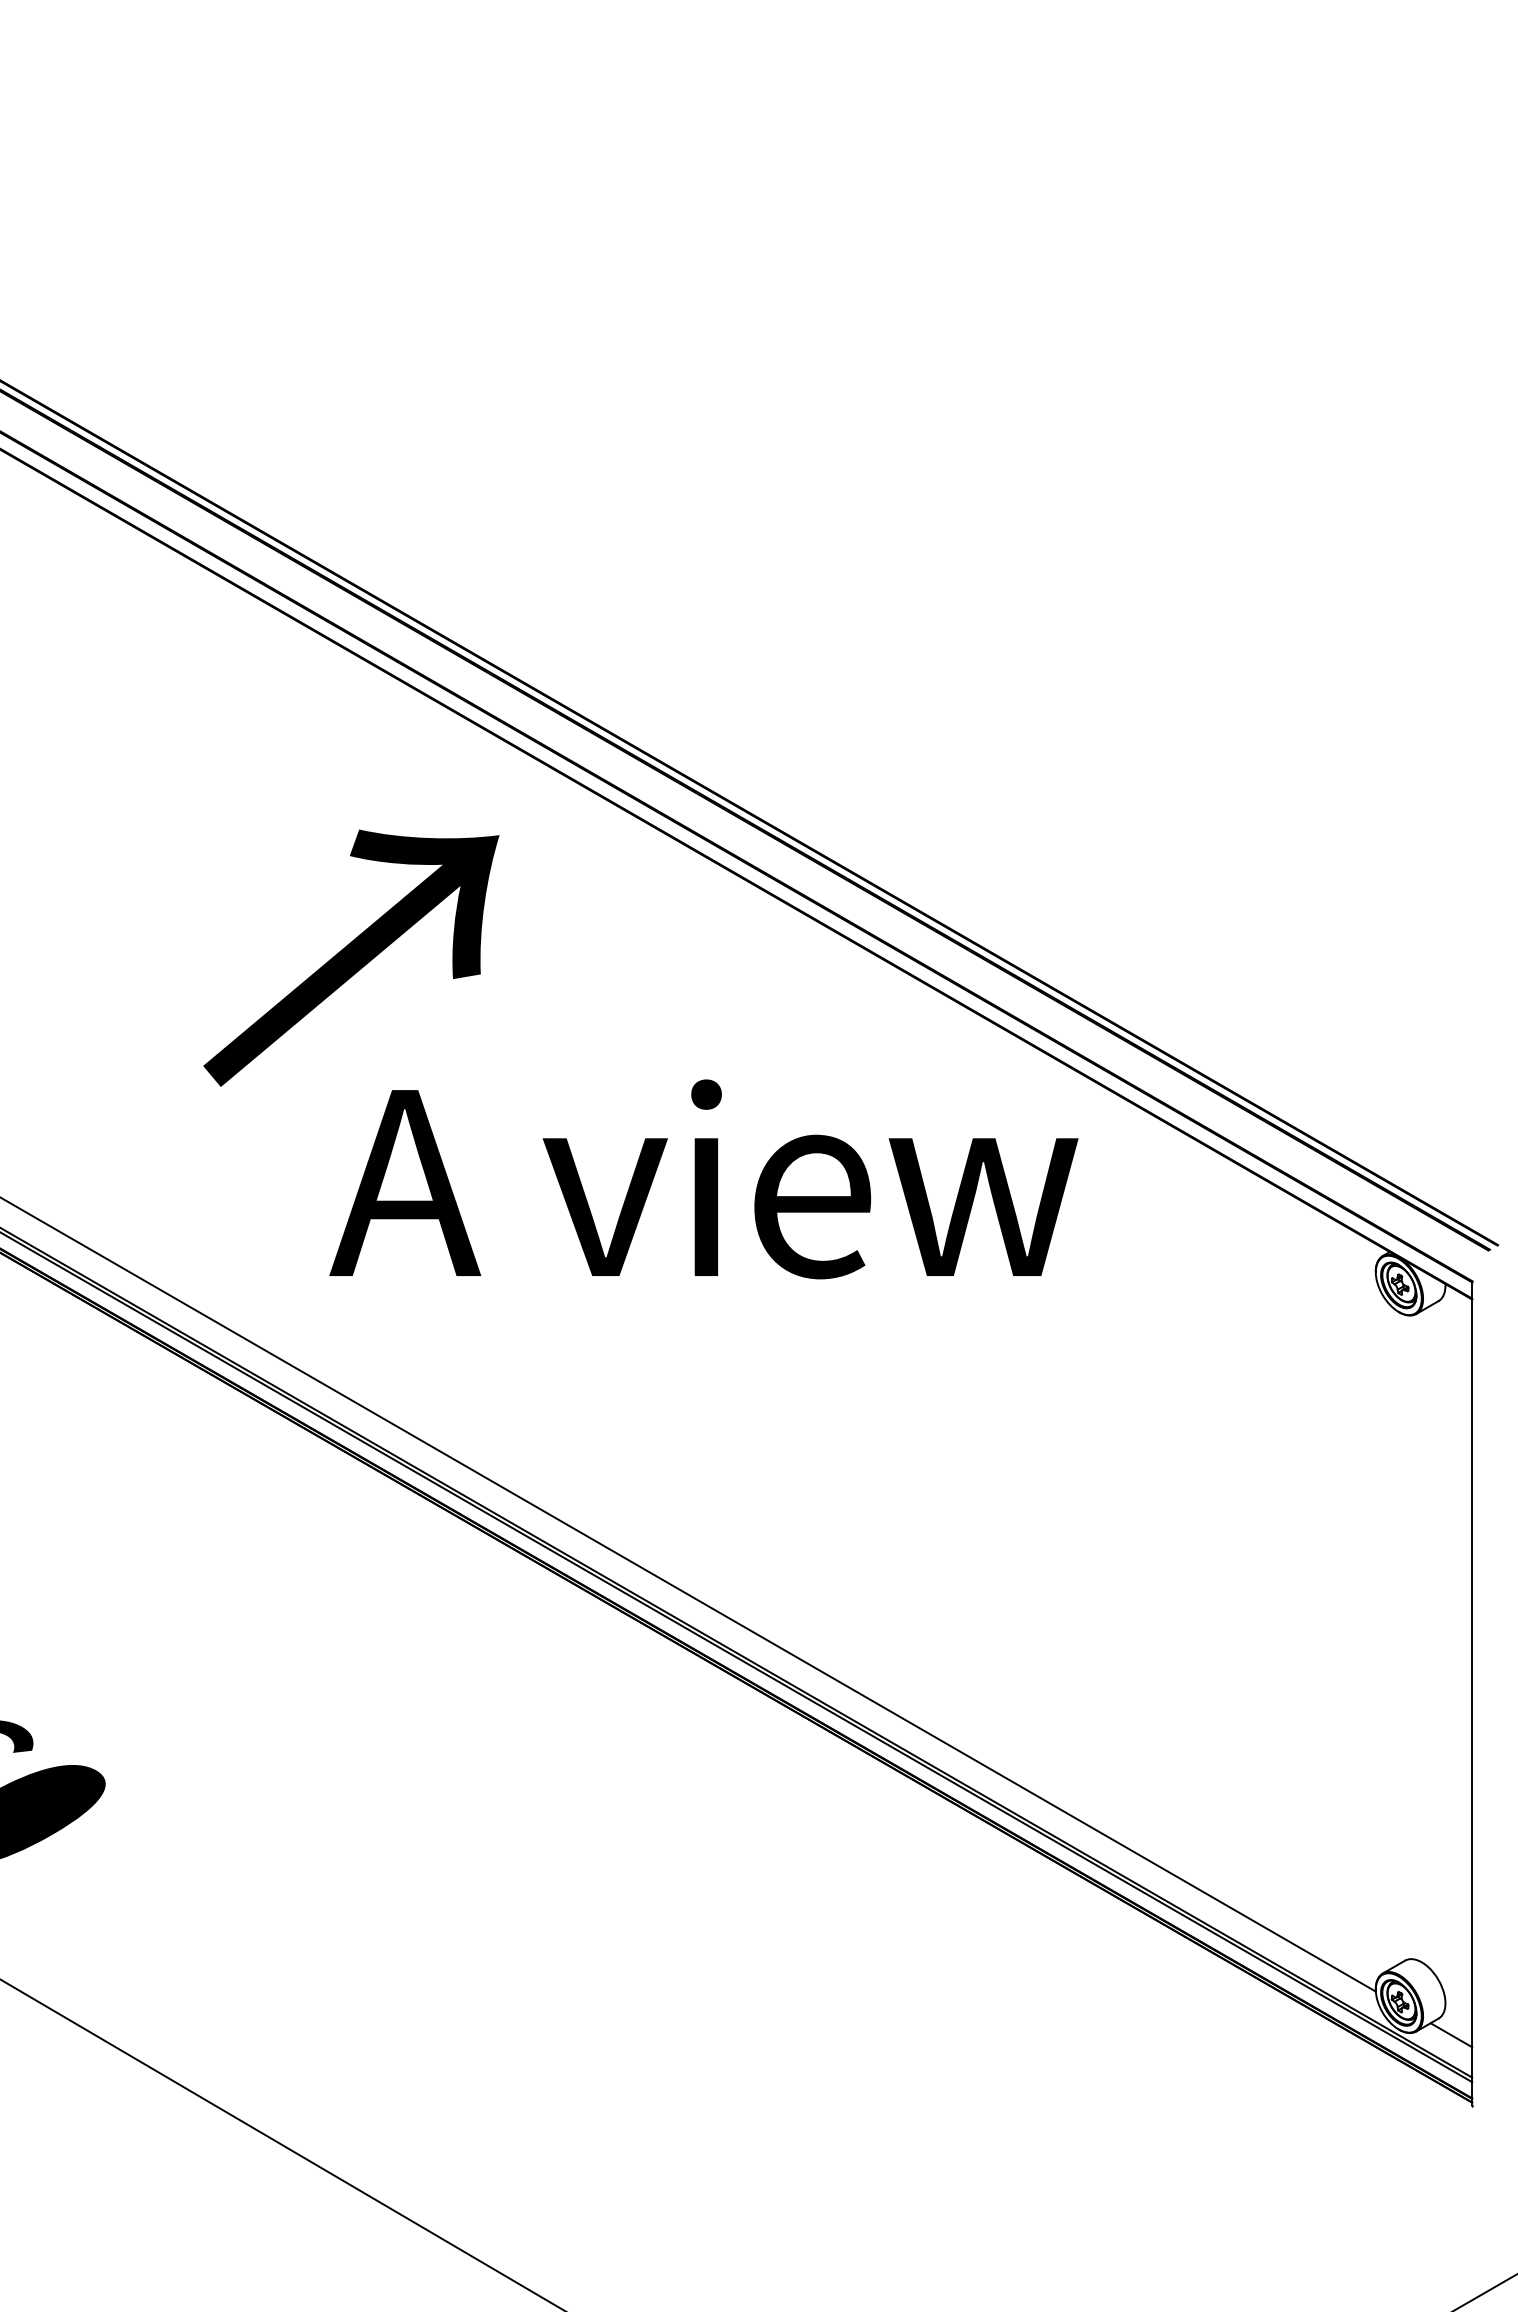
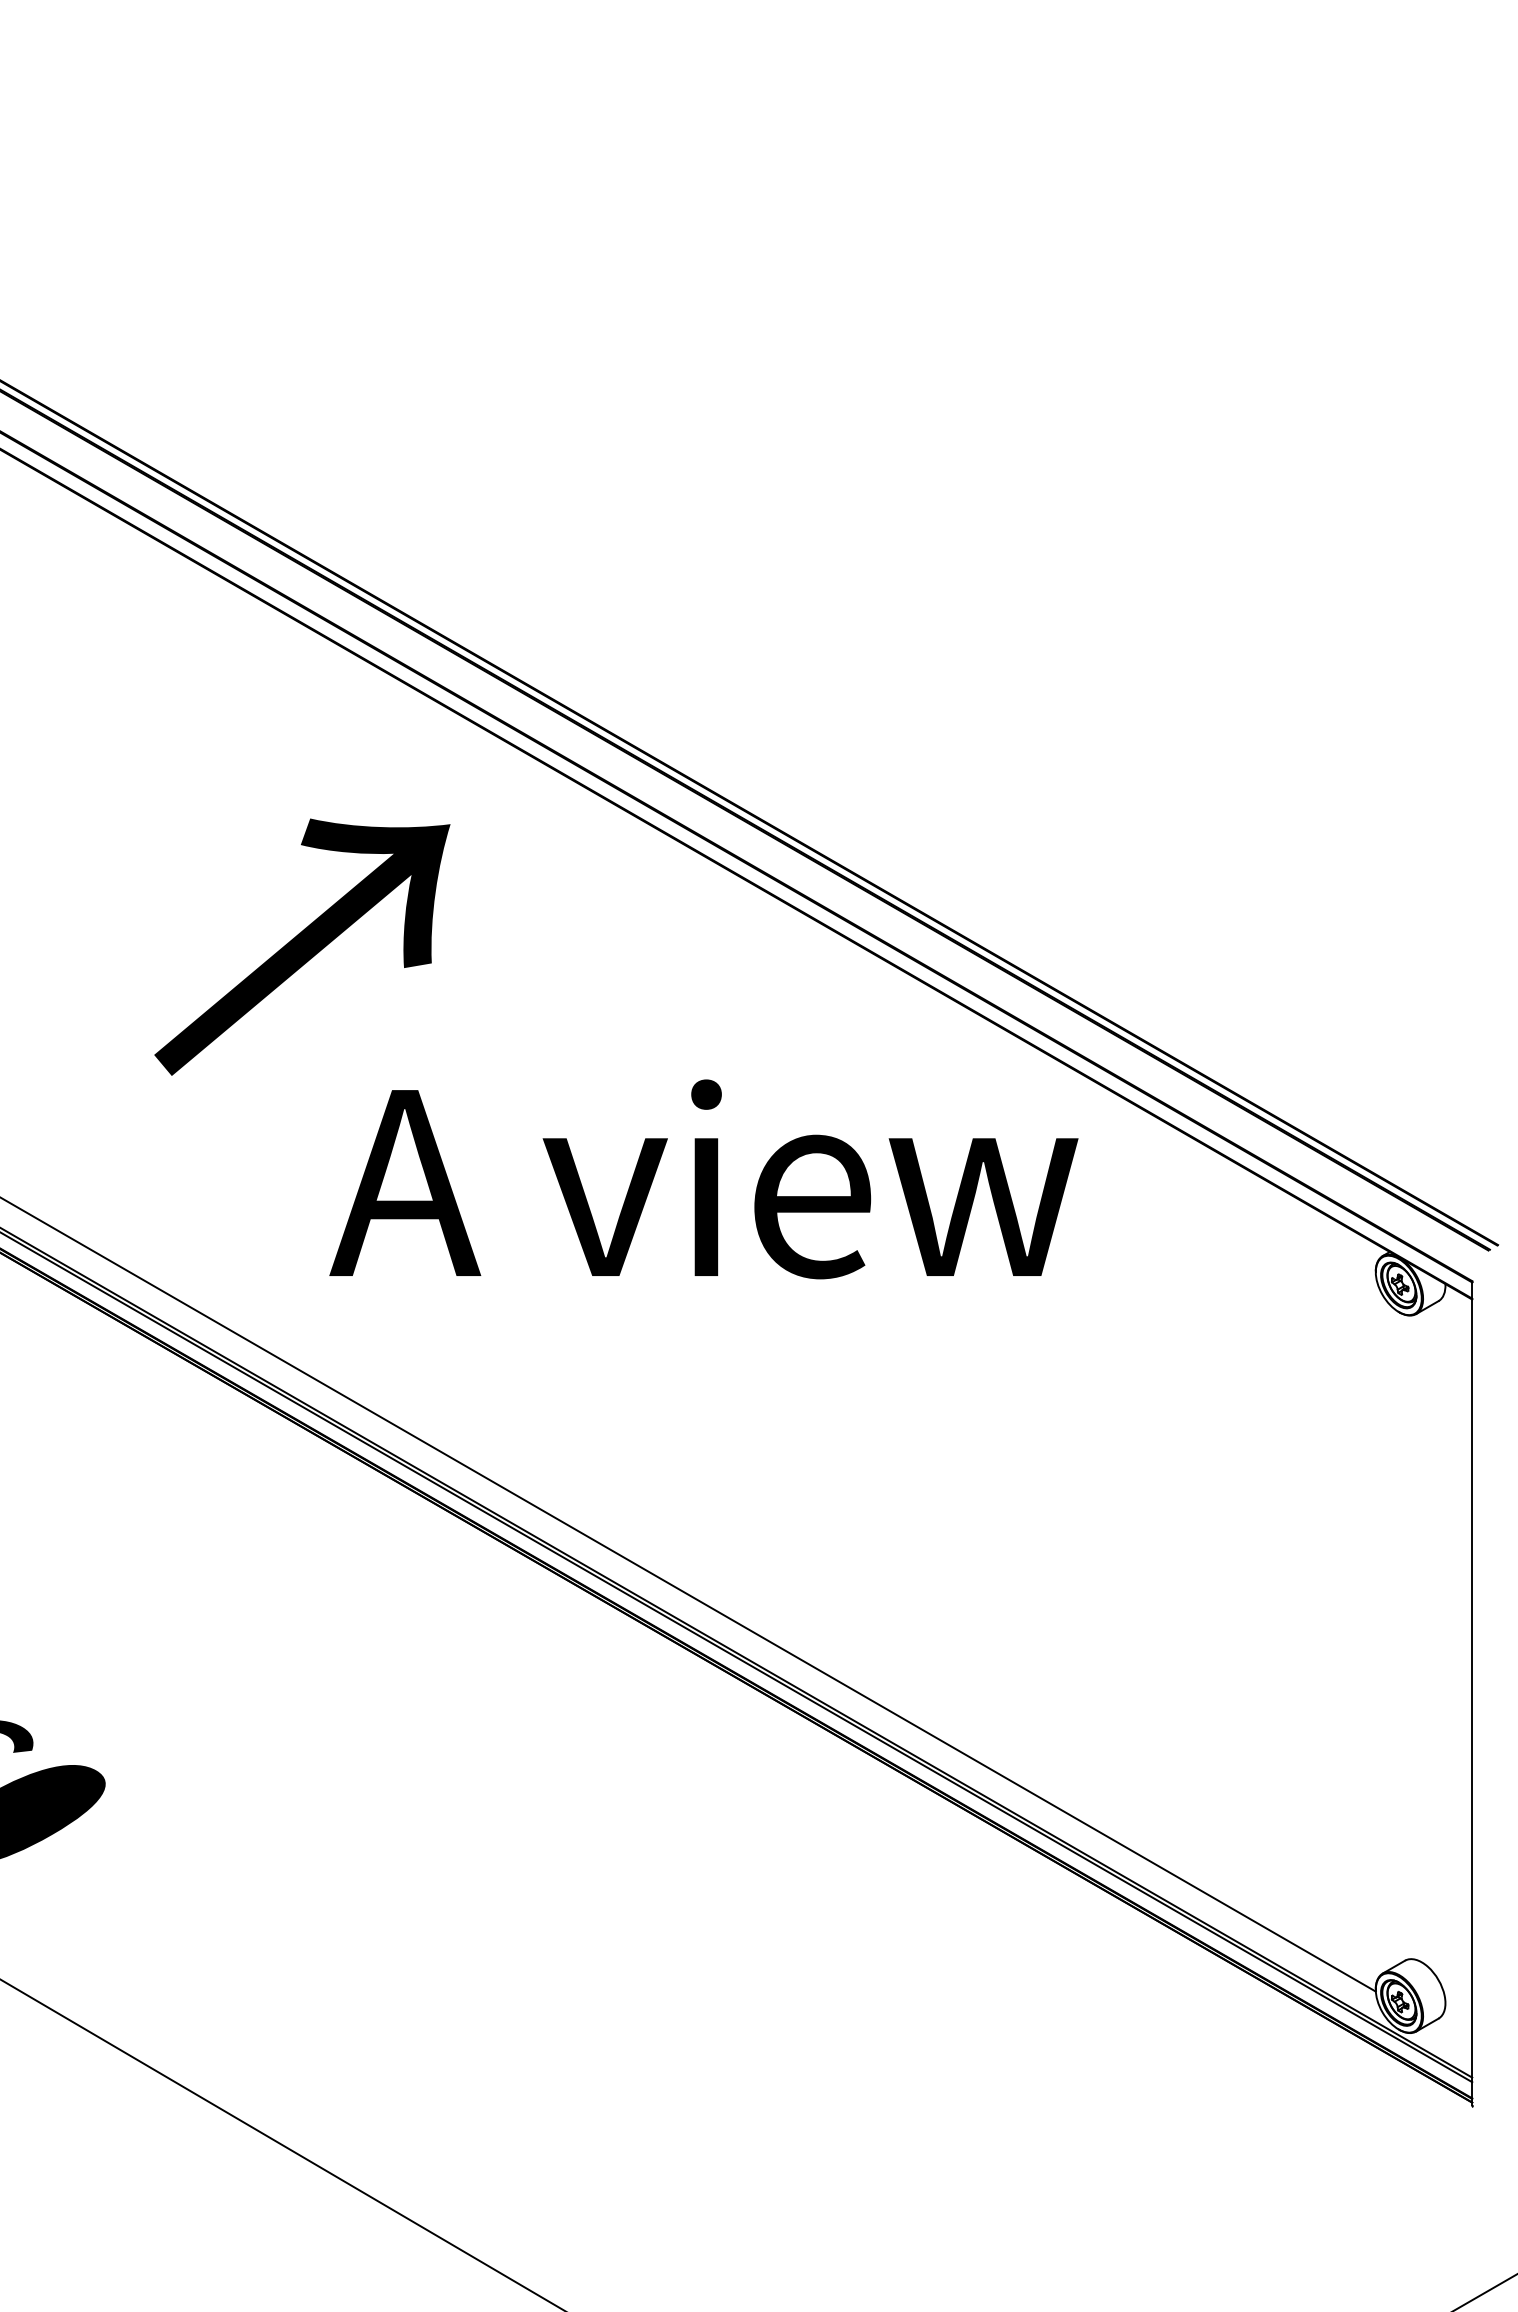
text at (351, 957) position: (351, 957) -> (302, 946)
line at (1451, 2035): present -> none
